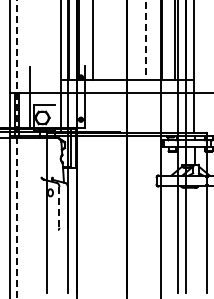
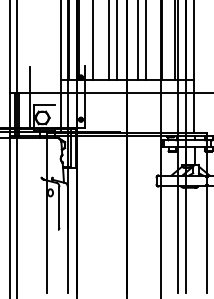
line at (145, 40): dashed -> solid
line at (108, 41): none -> present
line at (116, 41): none -> present
line at (137, 41): none -> present
line at (17, 149): dashed -> solid
line at (59, 208): dashed -> solid
